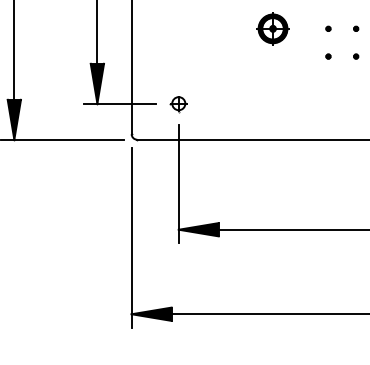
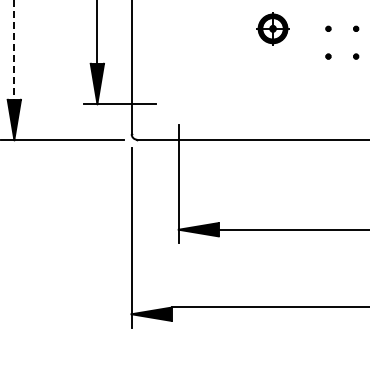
line at (14, 50): solid -> dashed
part at (178, 104): present -> none
line at (268, 314) position: (268, 314) -> (268, 307)
